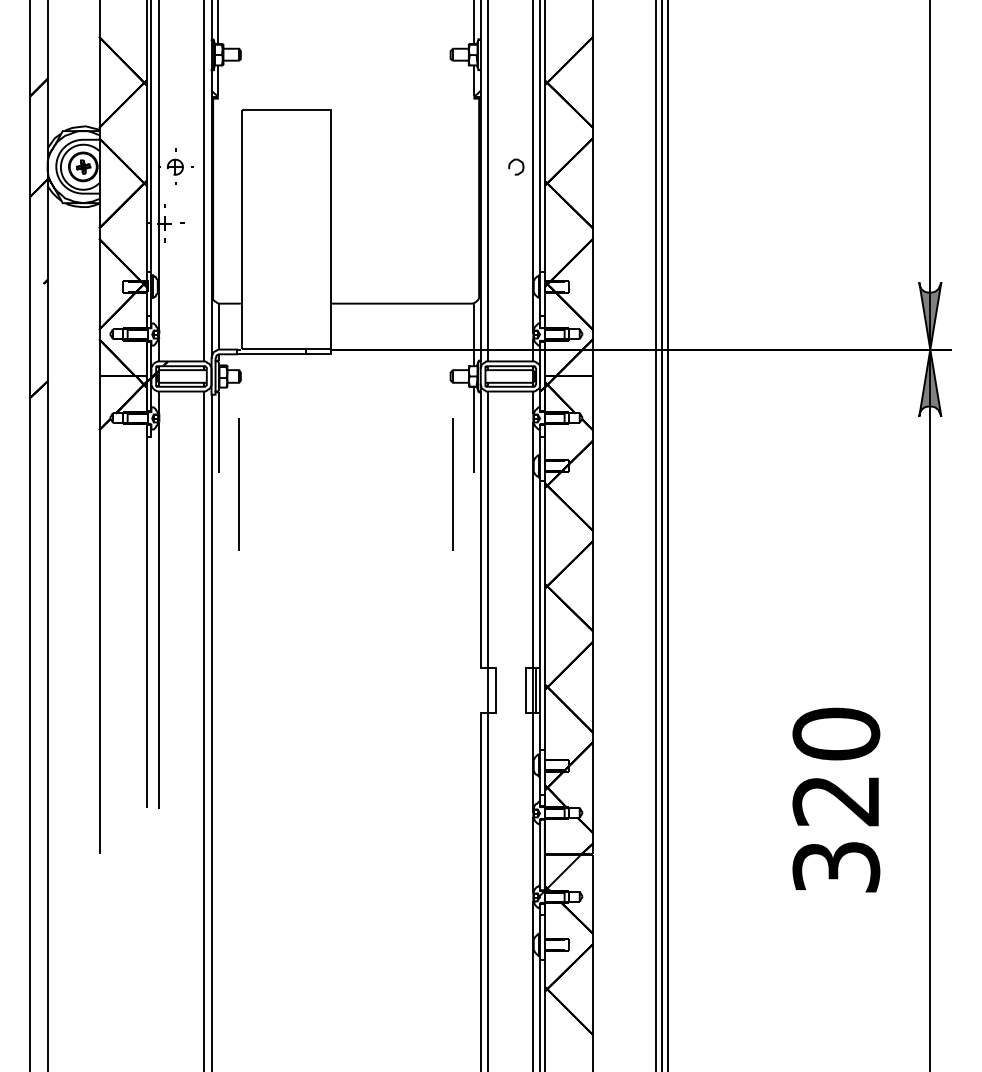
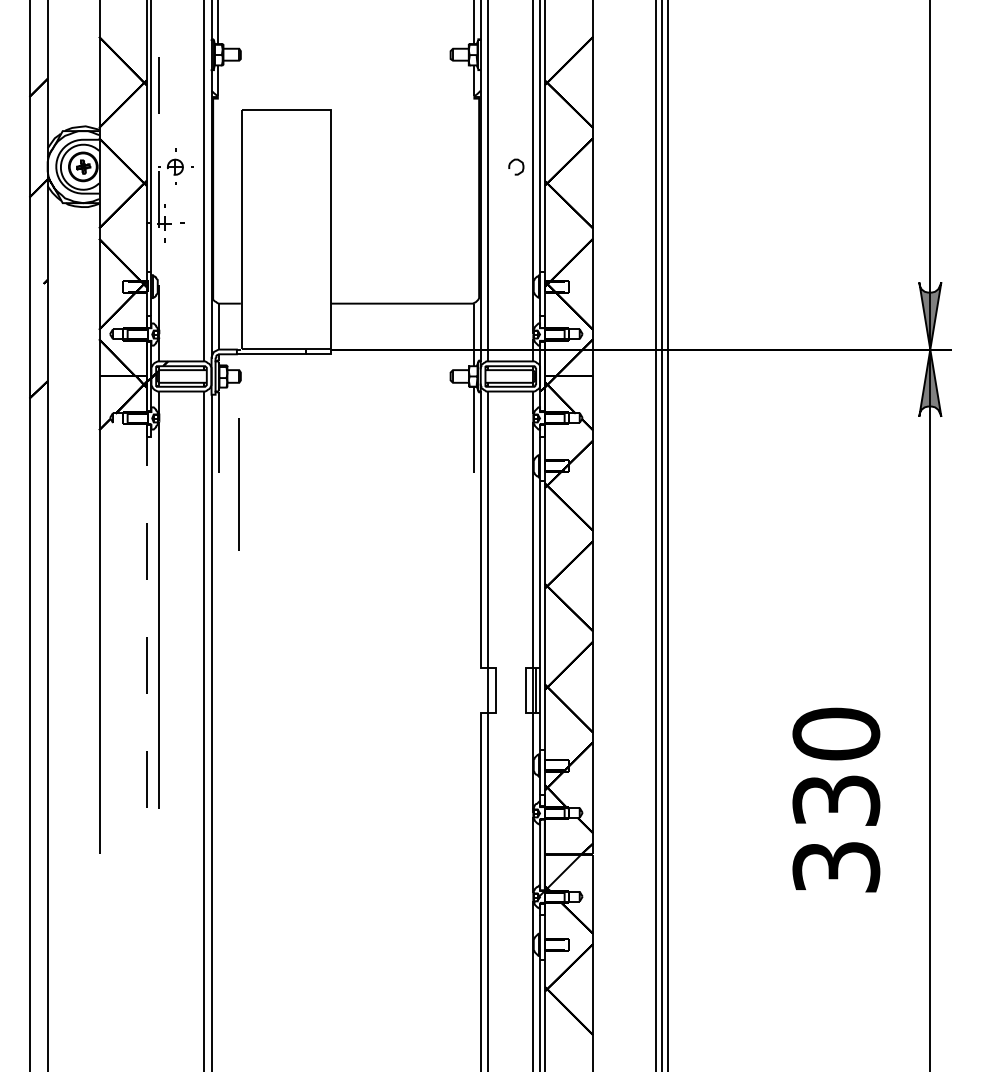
line at (159, 166): solid -> dashed
line at (452, 484): present -> none
line at (147, 597): solid -> dashed
text at (836, 800): 320 -> 330
